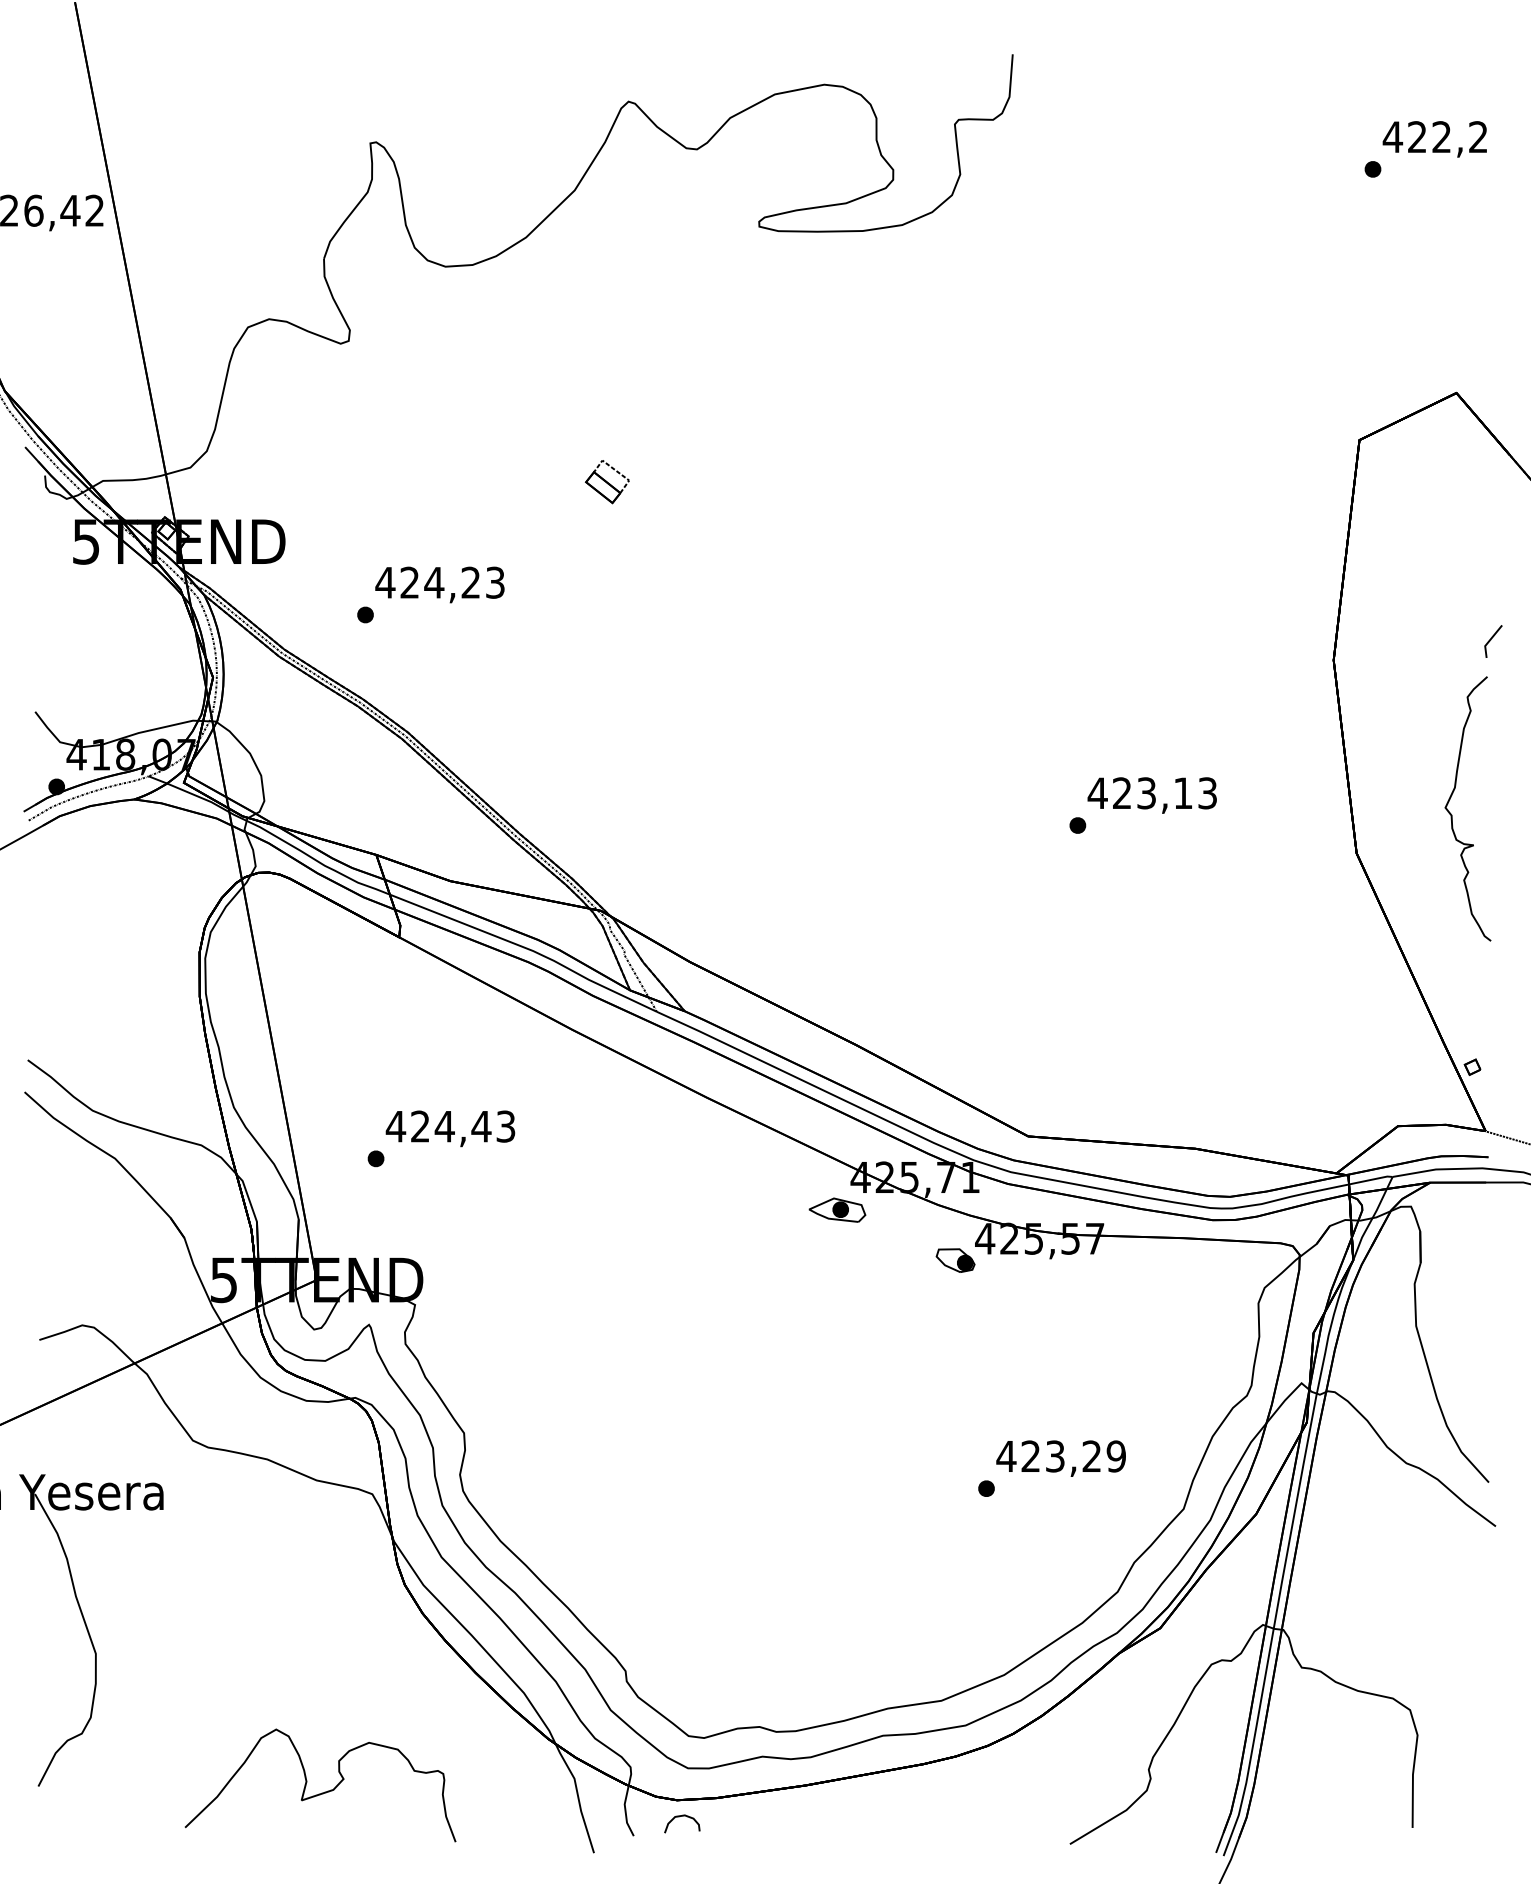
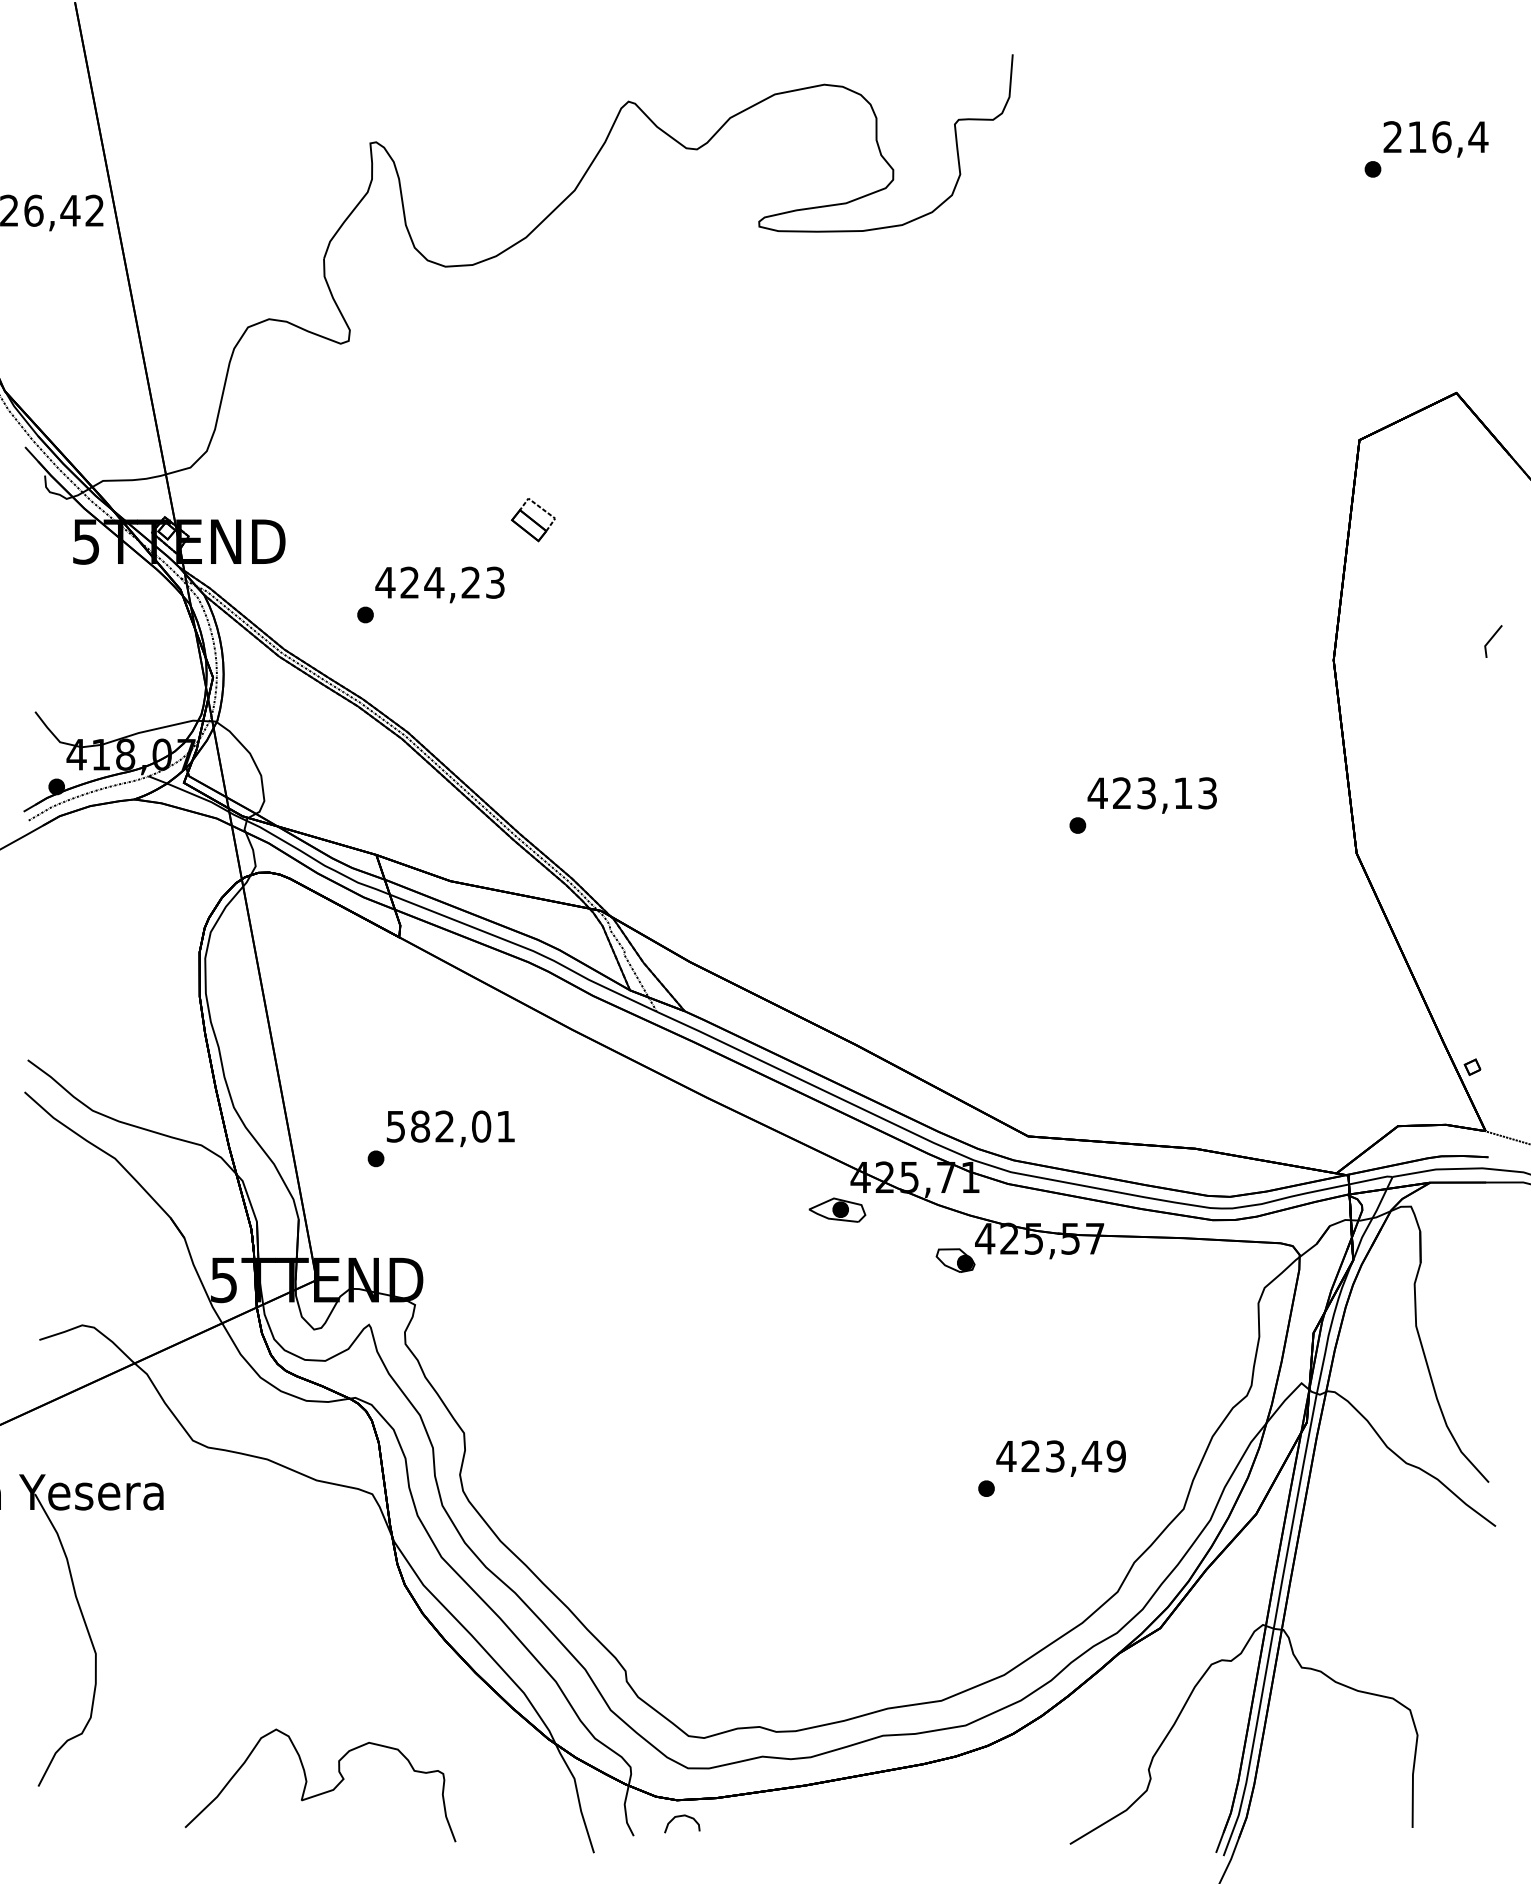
text at (1435, 137): 422,2 -> 216,4
part at (607, 482) position: (607, 482) -> (533, 520)
curve at (1452, 815): present -> none
text at (450, 1126): 424,43 -> 582,01
text at (1091, 1455): 423,29 -> 423,49
